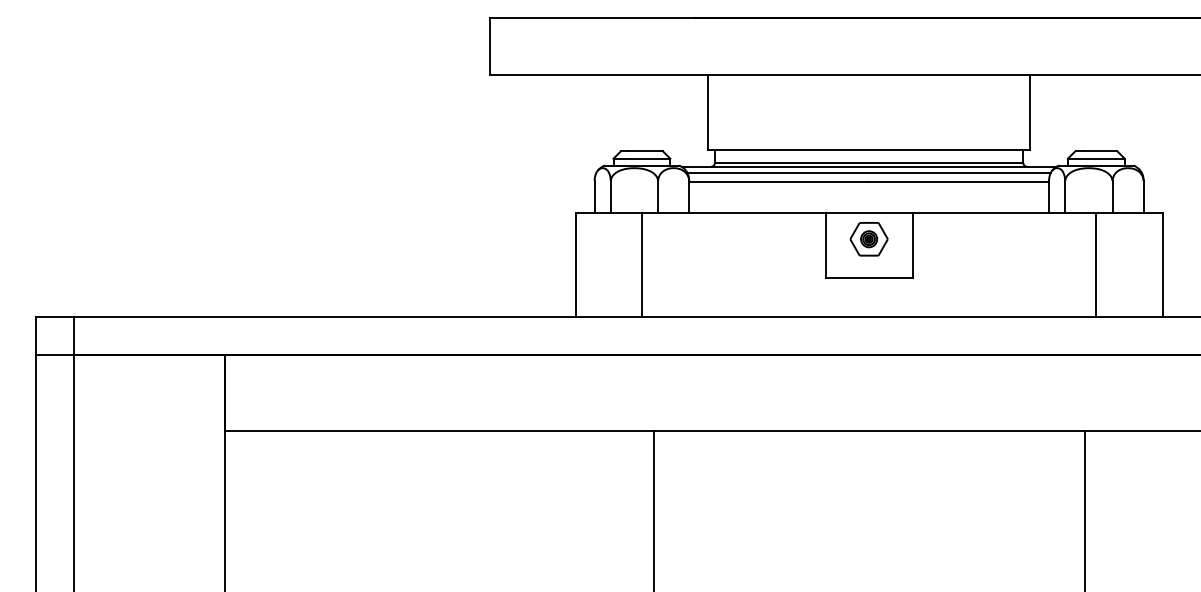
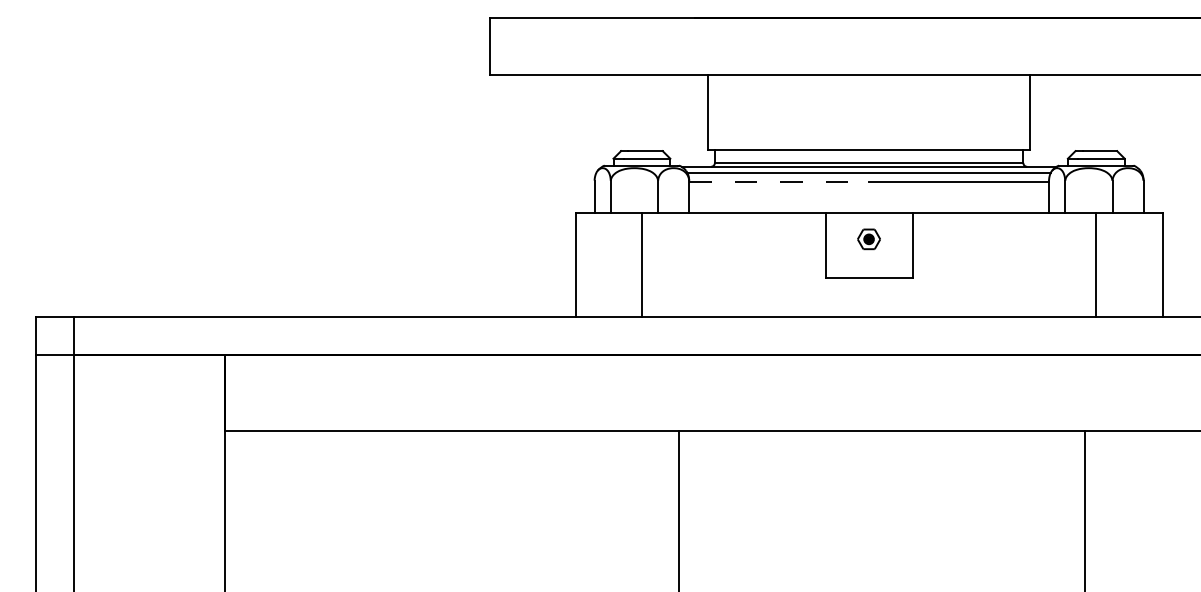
line at (779, 182): solid -> dashed
part at (868, 239) size: 40x35 px -> 24x23 px
line at (653, 509) position: (653, 509) -> (678, 509)
